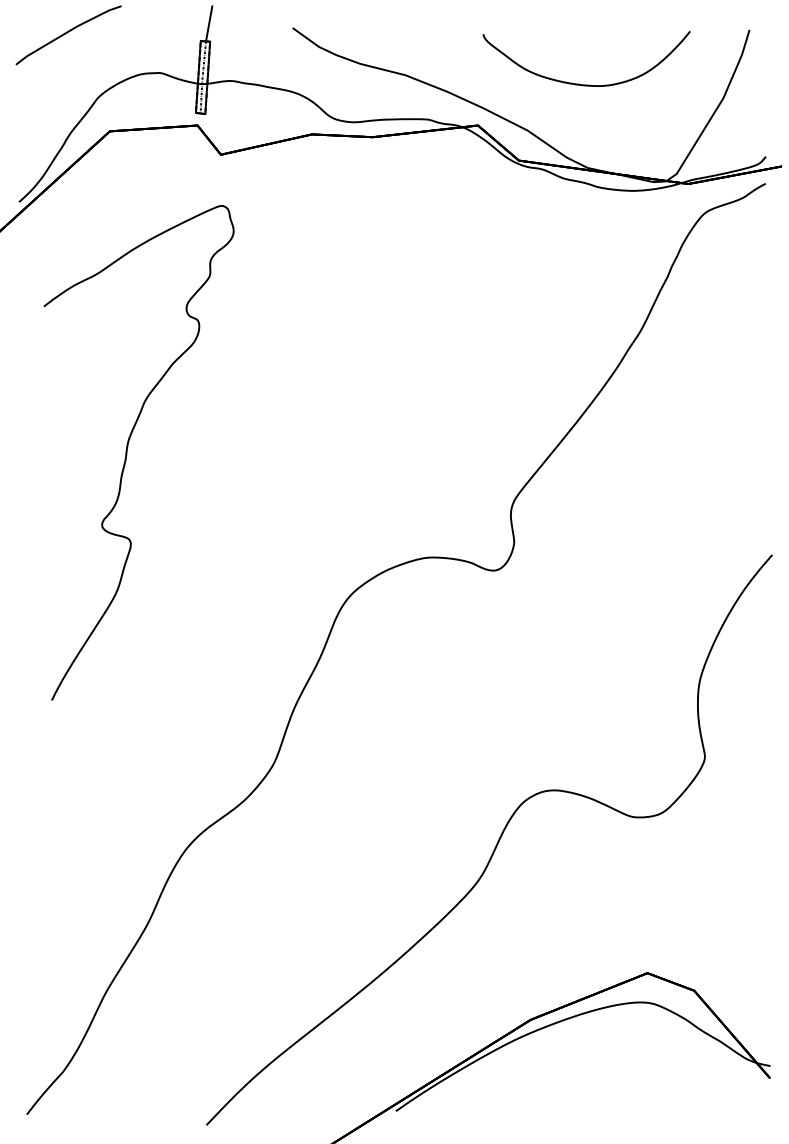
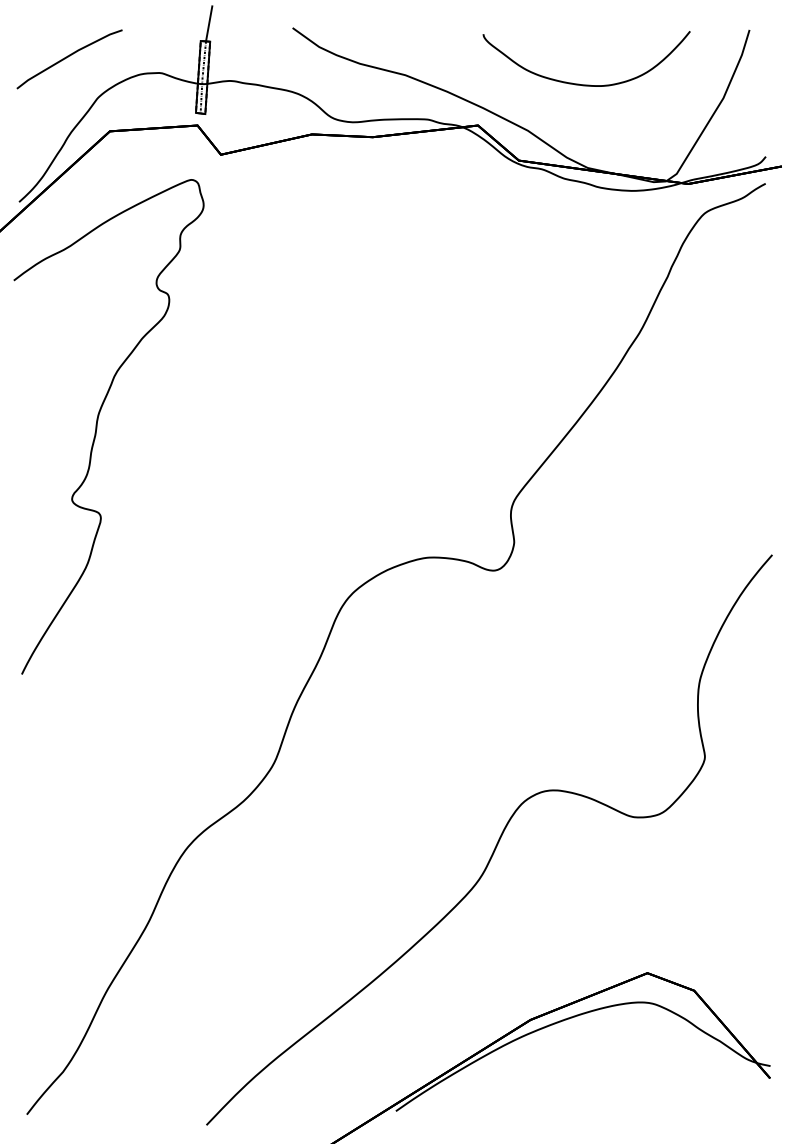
curve at (67, 33) position: (67, 33) -> (68, 57)
curve at (127, 452) position: (127, 452) -> (97, 426)
